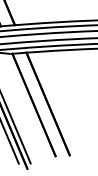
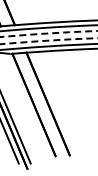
arc at (48, 33): solid -> dashed
arc at (47, 40): solid -> dashed
